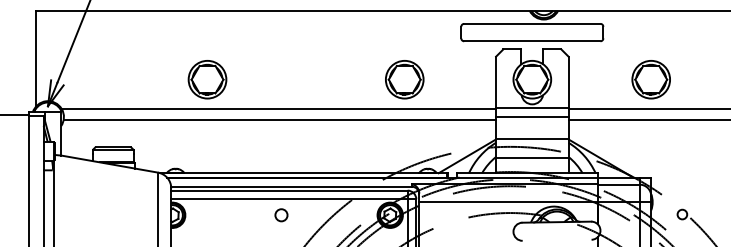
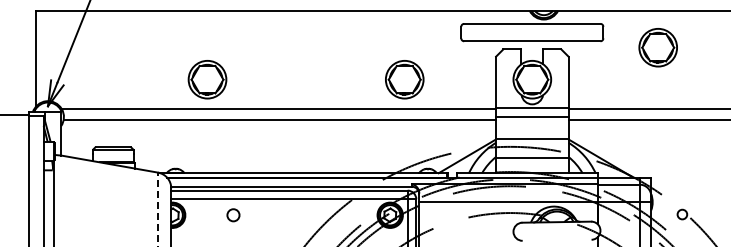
part at (650, 79) position: (650, 79) -> (657, 47)
line at (158, 209): solid -> dashed
circle at (281, 215) position: (281, 215) -> (233, 215)
